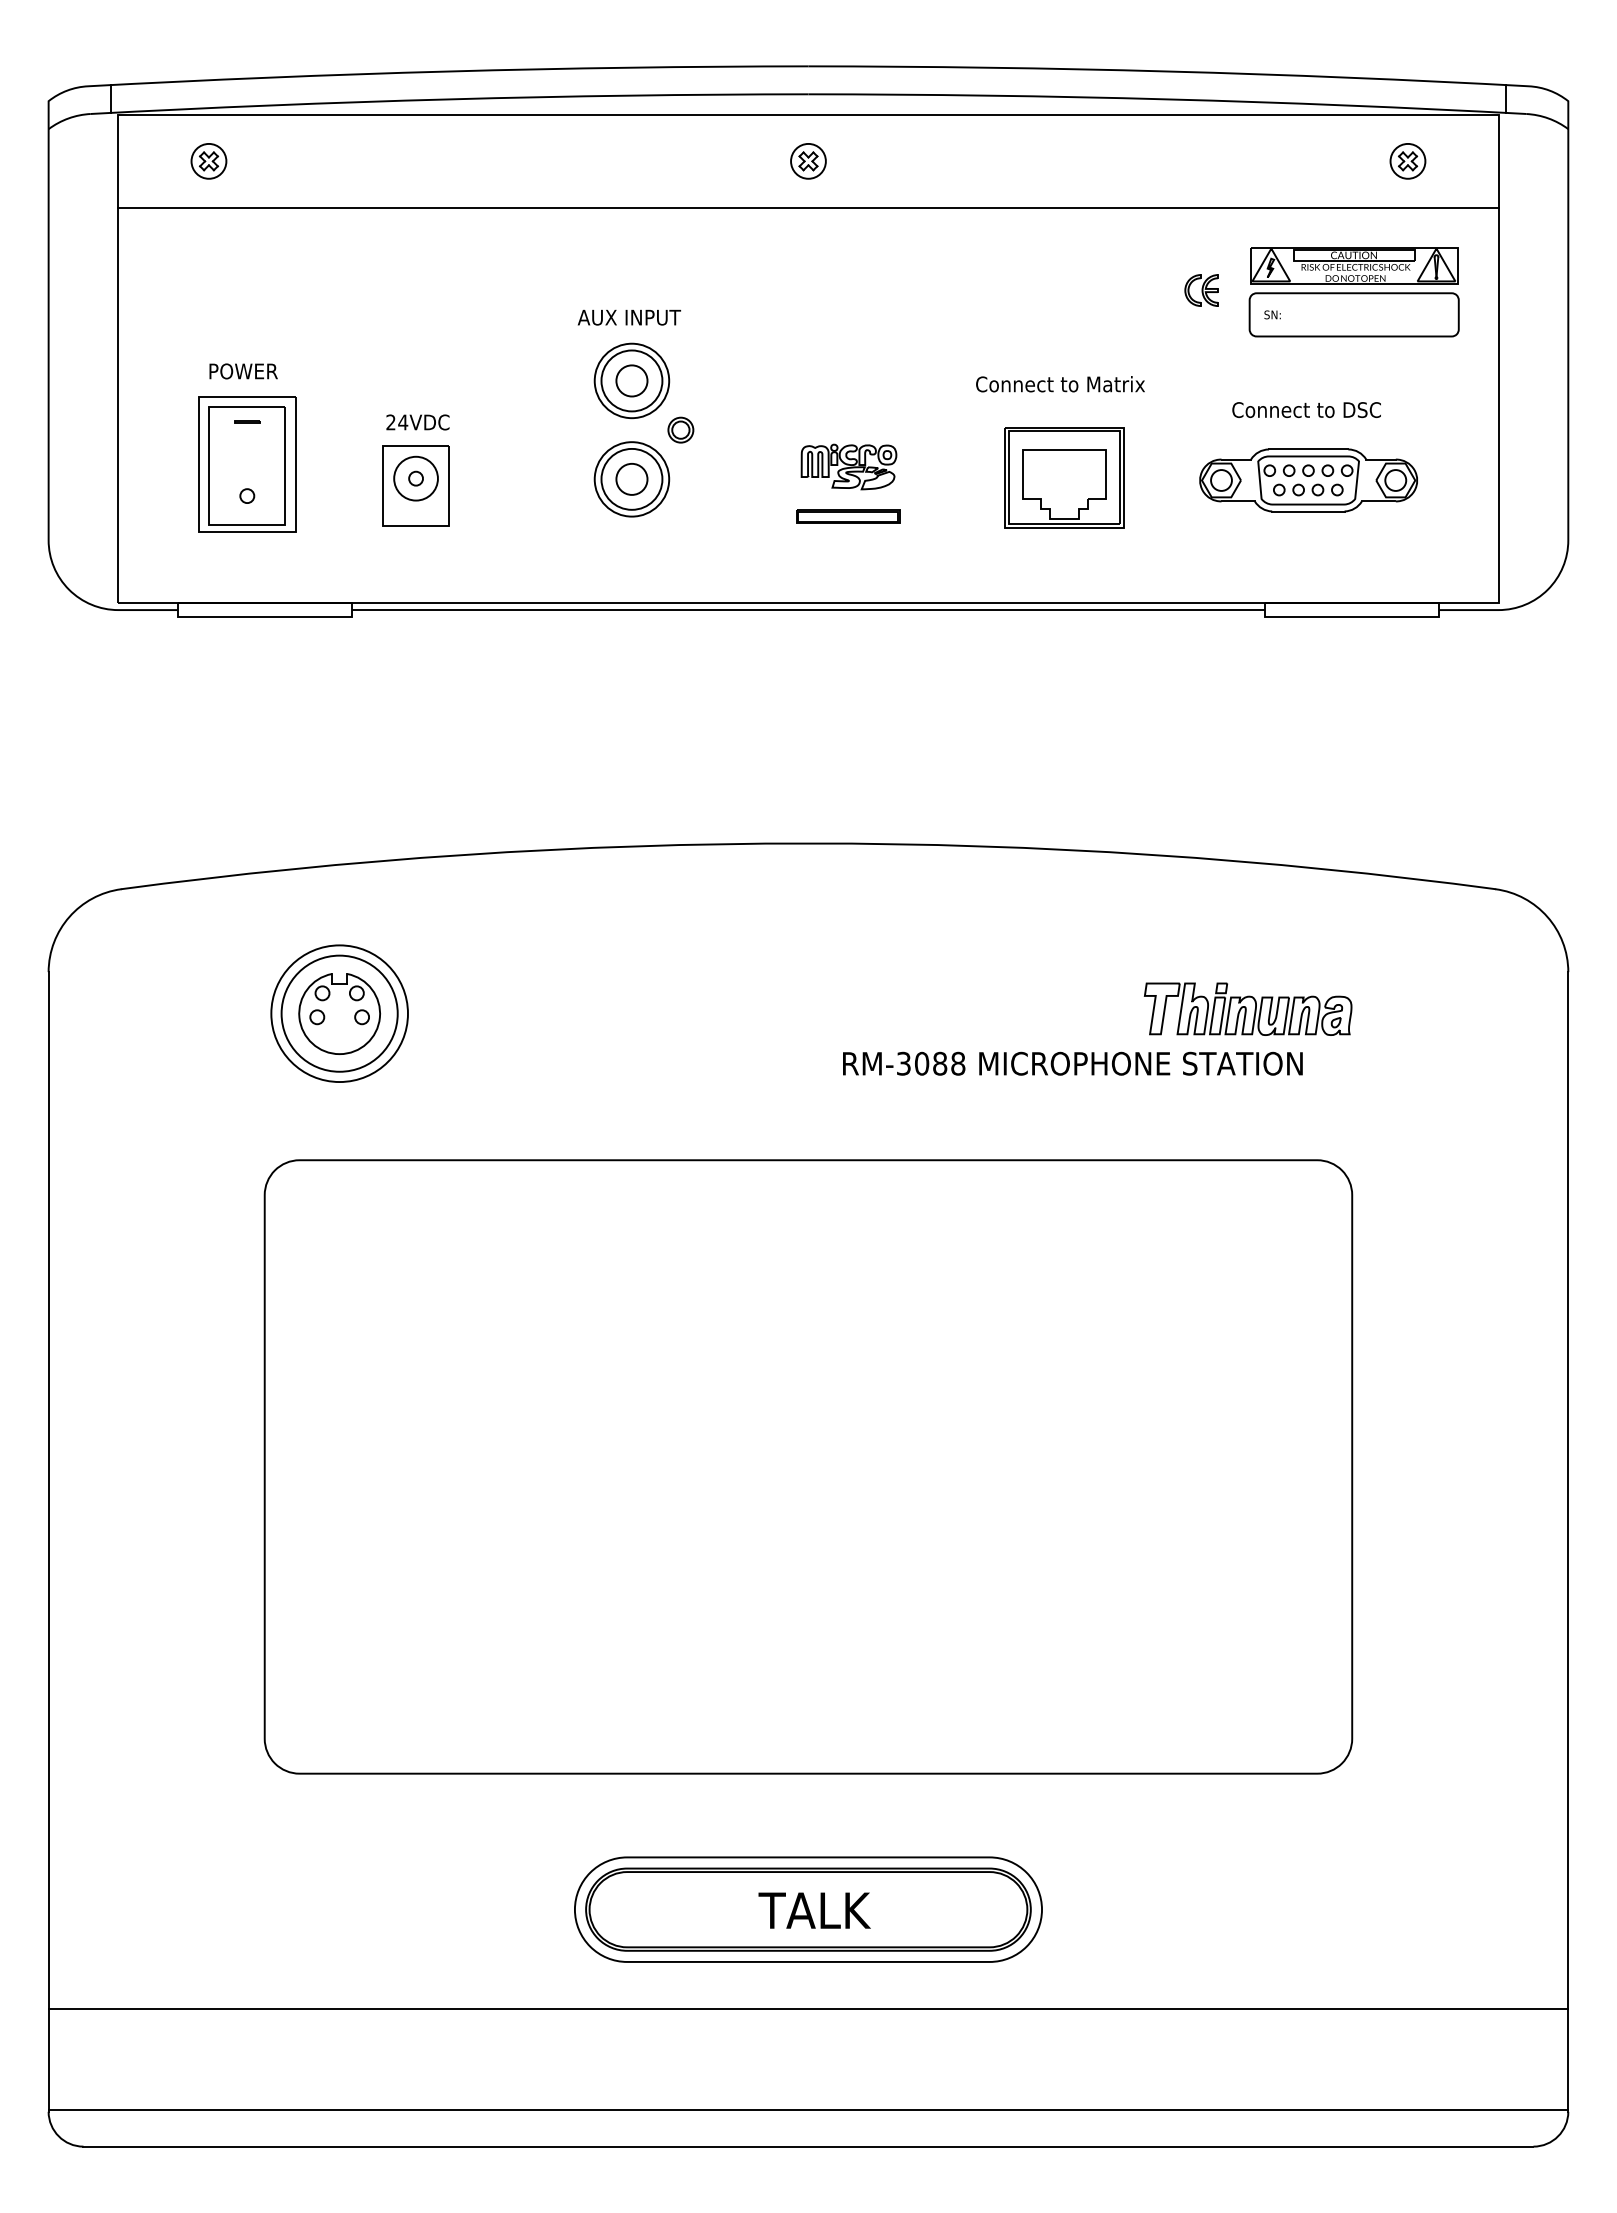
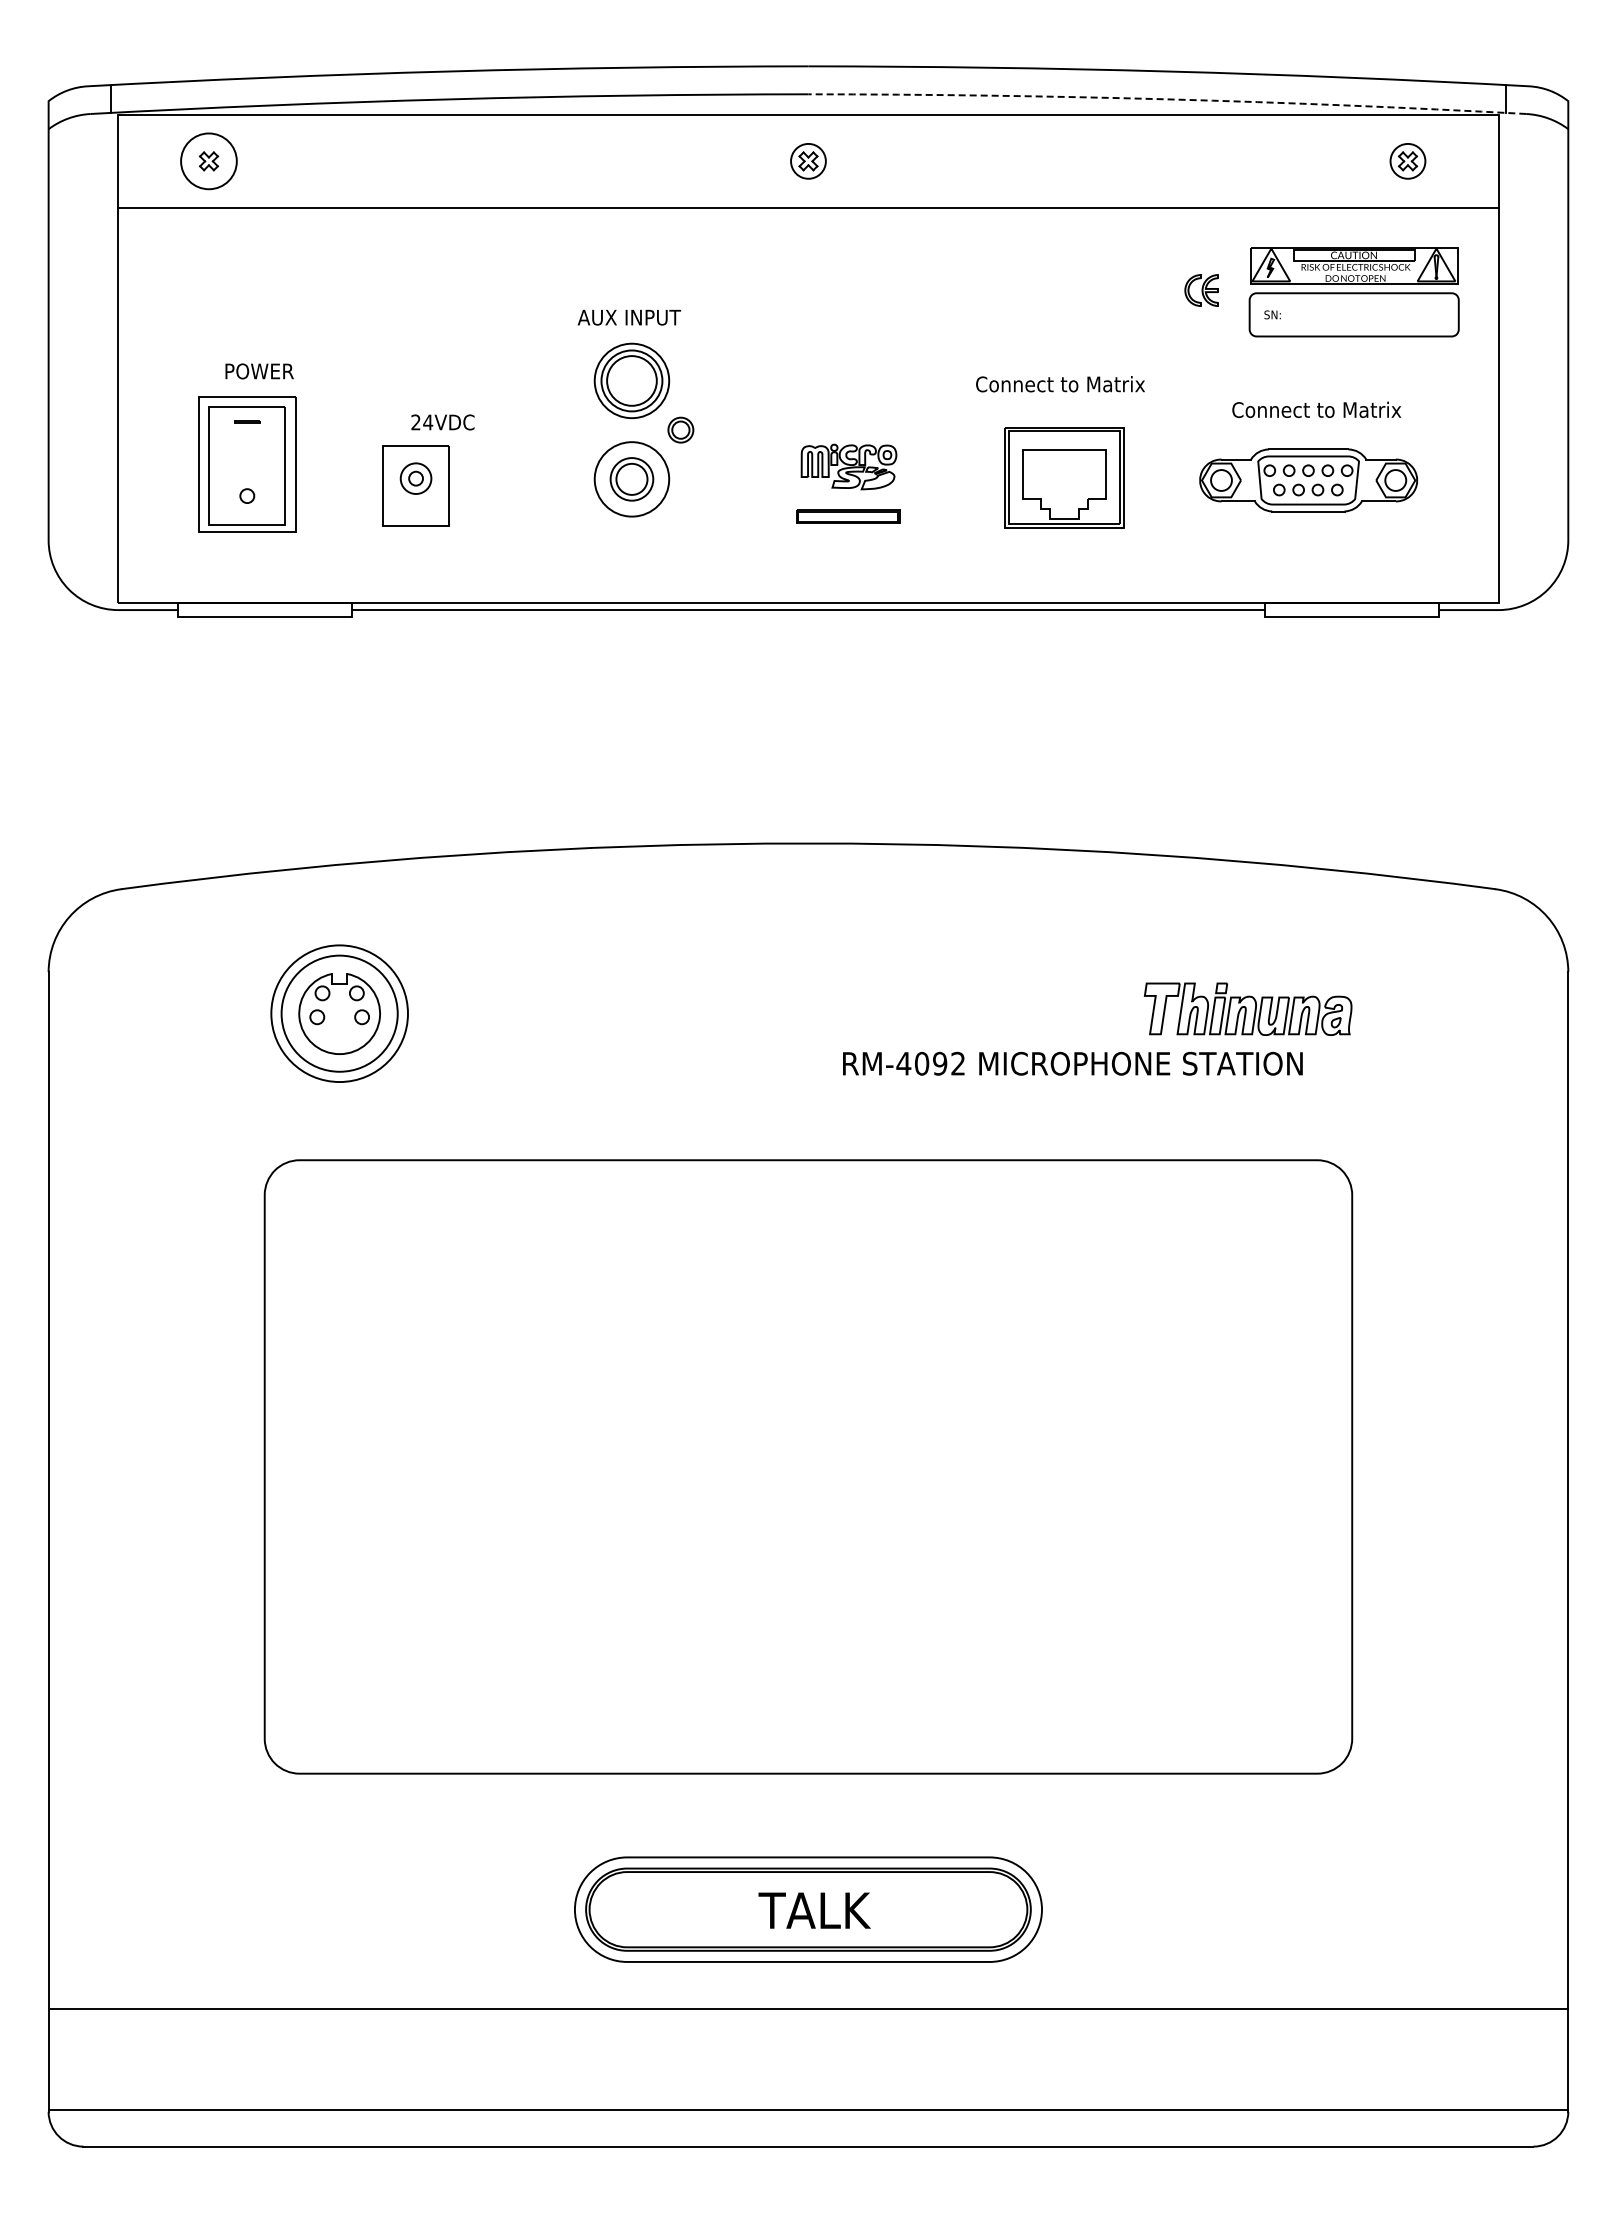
arc at (1167, 99): solid -> dashed
circle at (208, 160) diameter: 35 px -> 56 px
text at (243, 371) position: (243, 371) -> (259, 371)
circle at (631, 380) diameter: 31 px -> 50 px
text at (1373, 409): Connect to DSC -> Connect to Matrix
text at (417, 422) position: (417, 422) -> (442, 422)
circle at (415, 478) diameter: 44 px -> 31 px
circle at (631, 478) diameter: 61 px -> 43 px
text at (930, 1063): RM-3088 -> RM-4092
